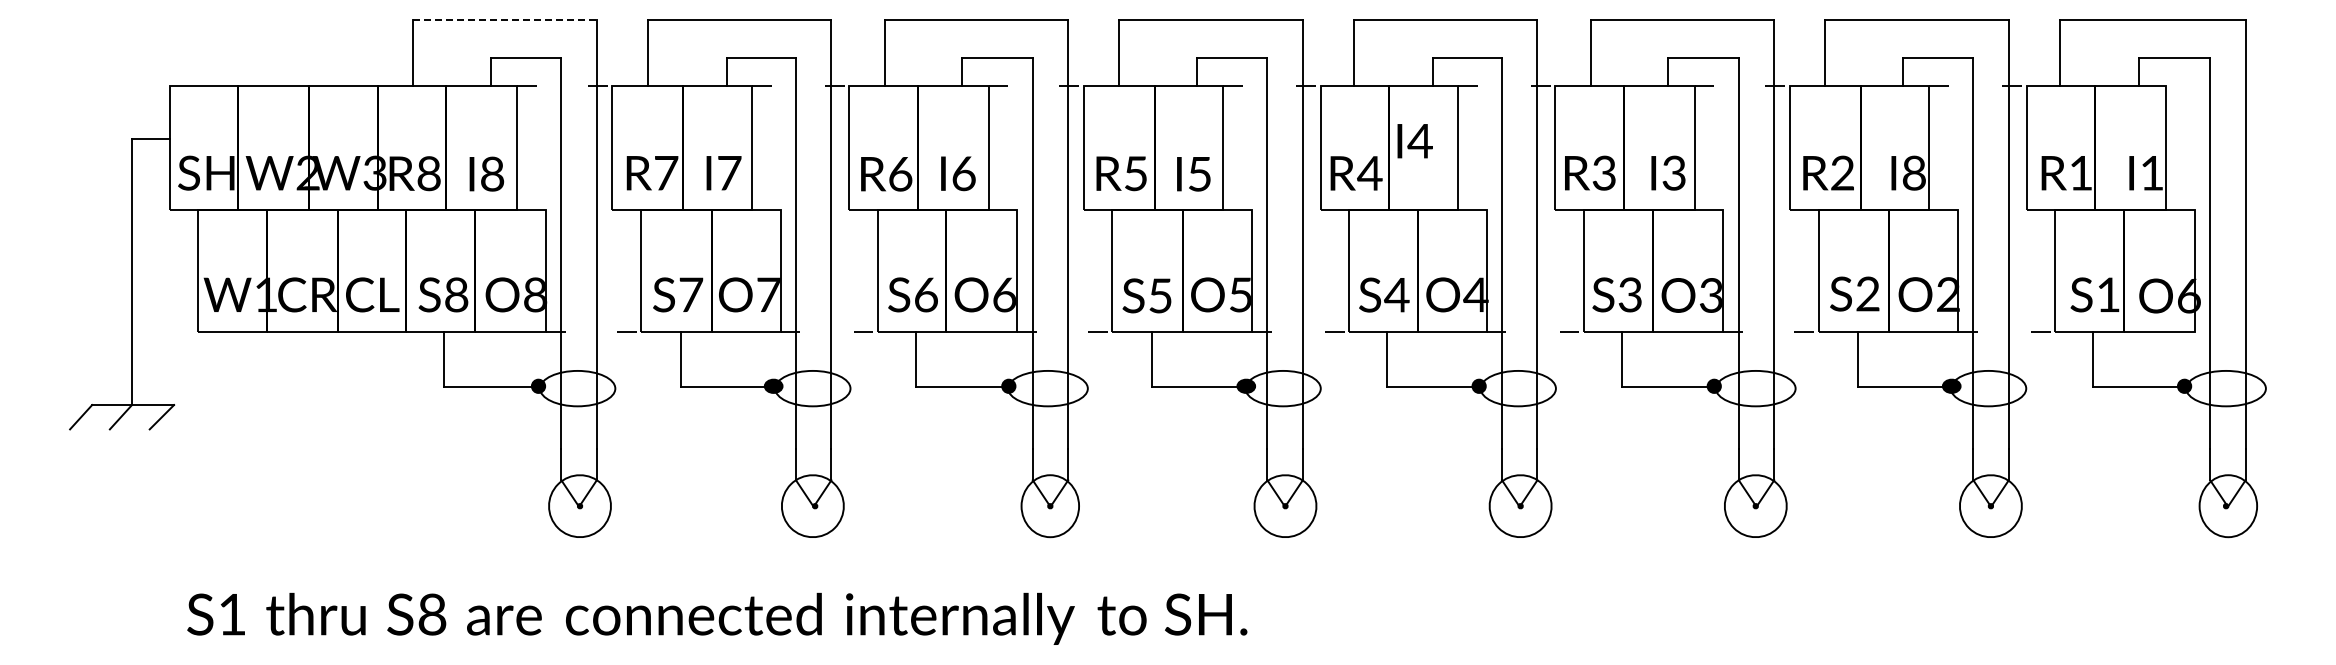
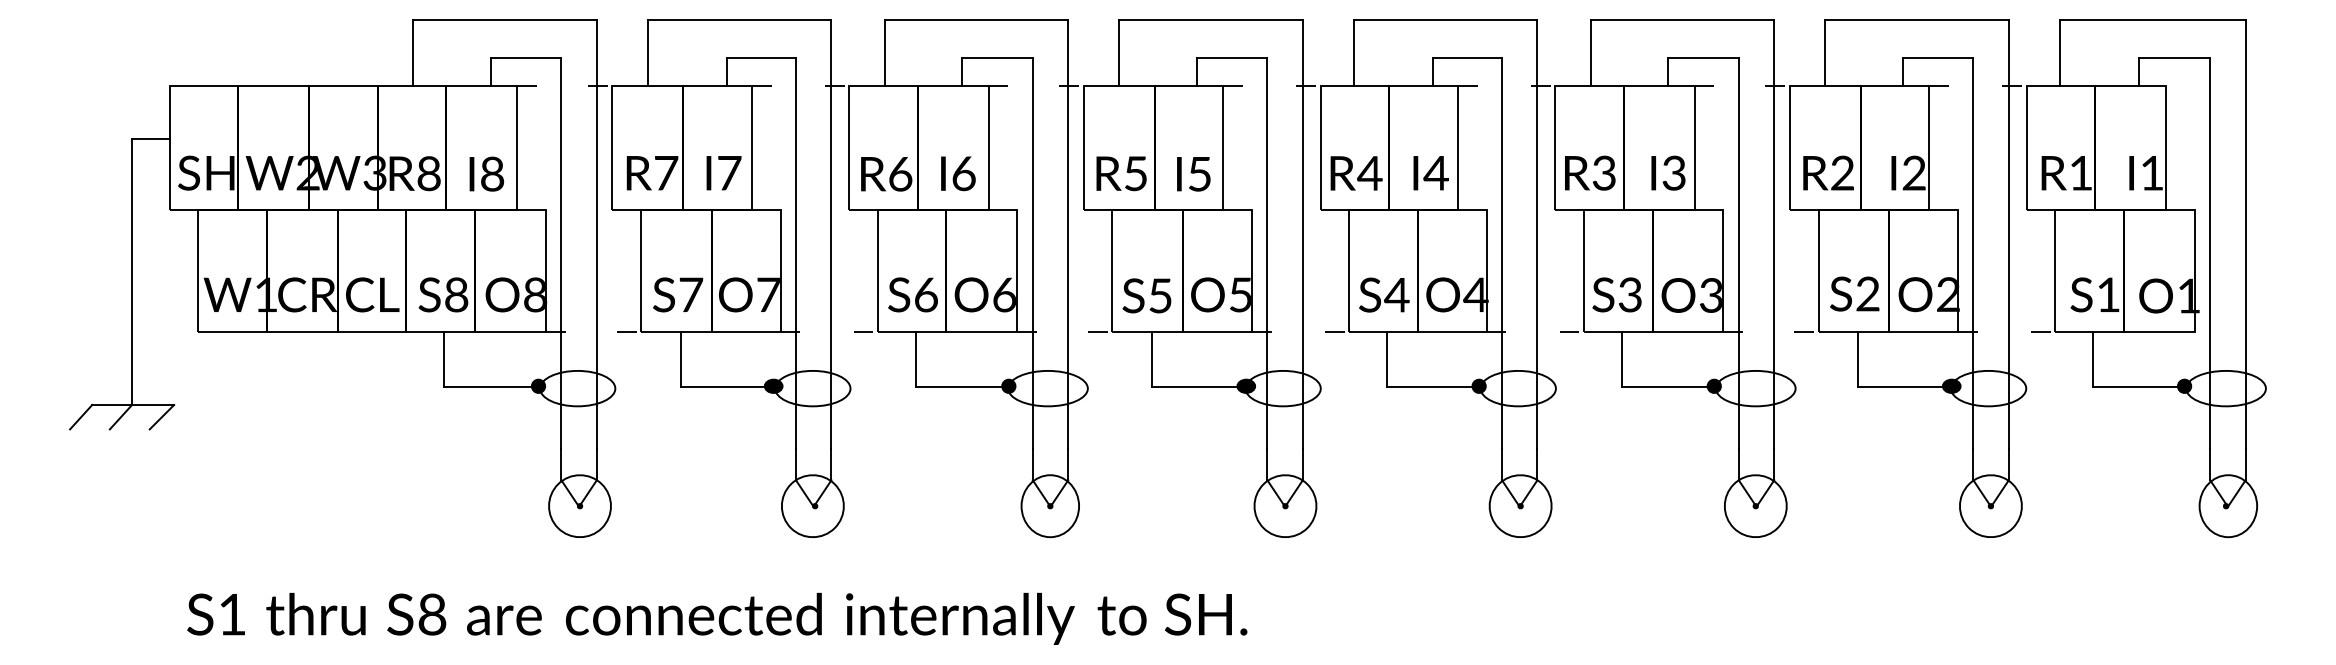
line at (504, 19): dashed -> solid
text at (1414, 141) position: (1414, 141) -> (1430, 173)
text at (1913, 173): I8 -> I2
text at (2189, 295): O6 -> O1
